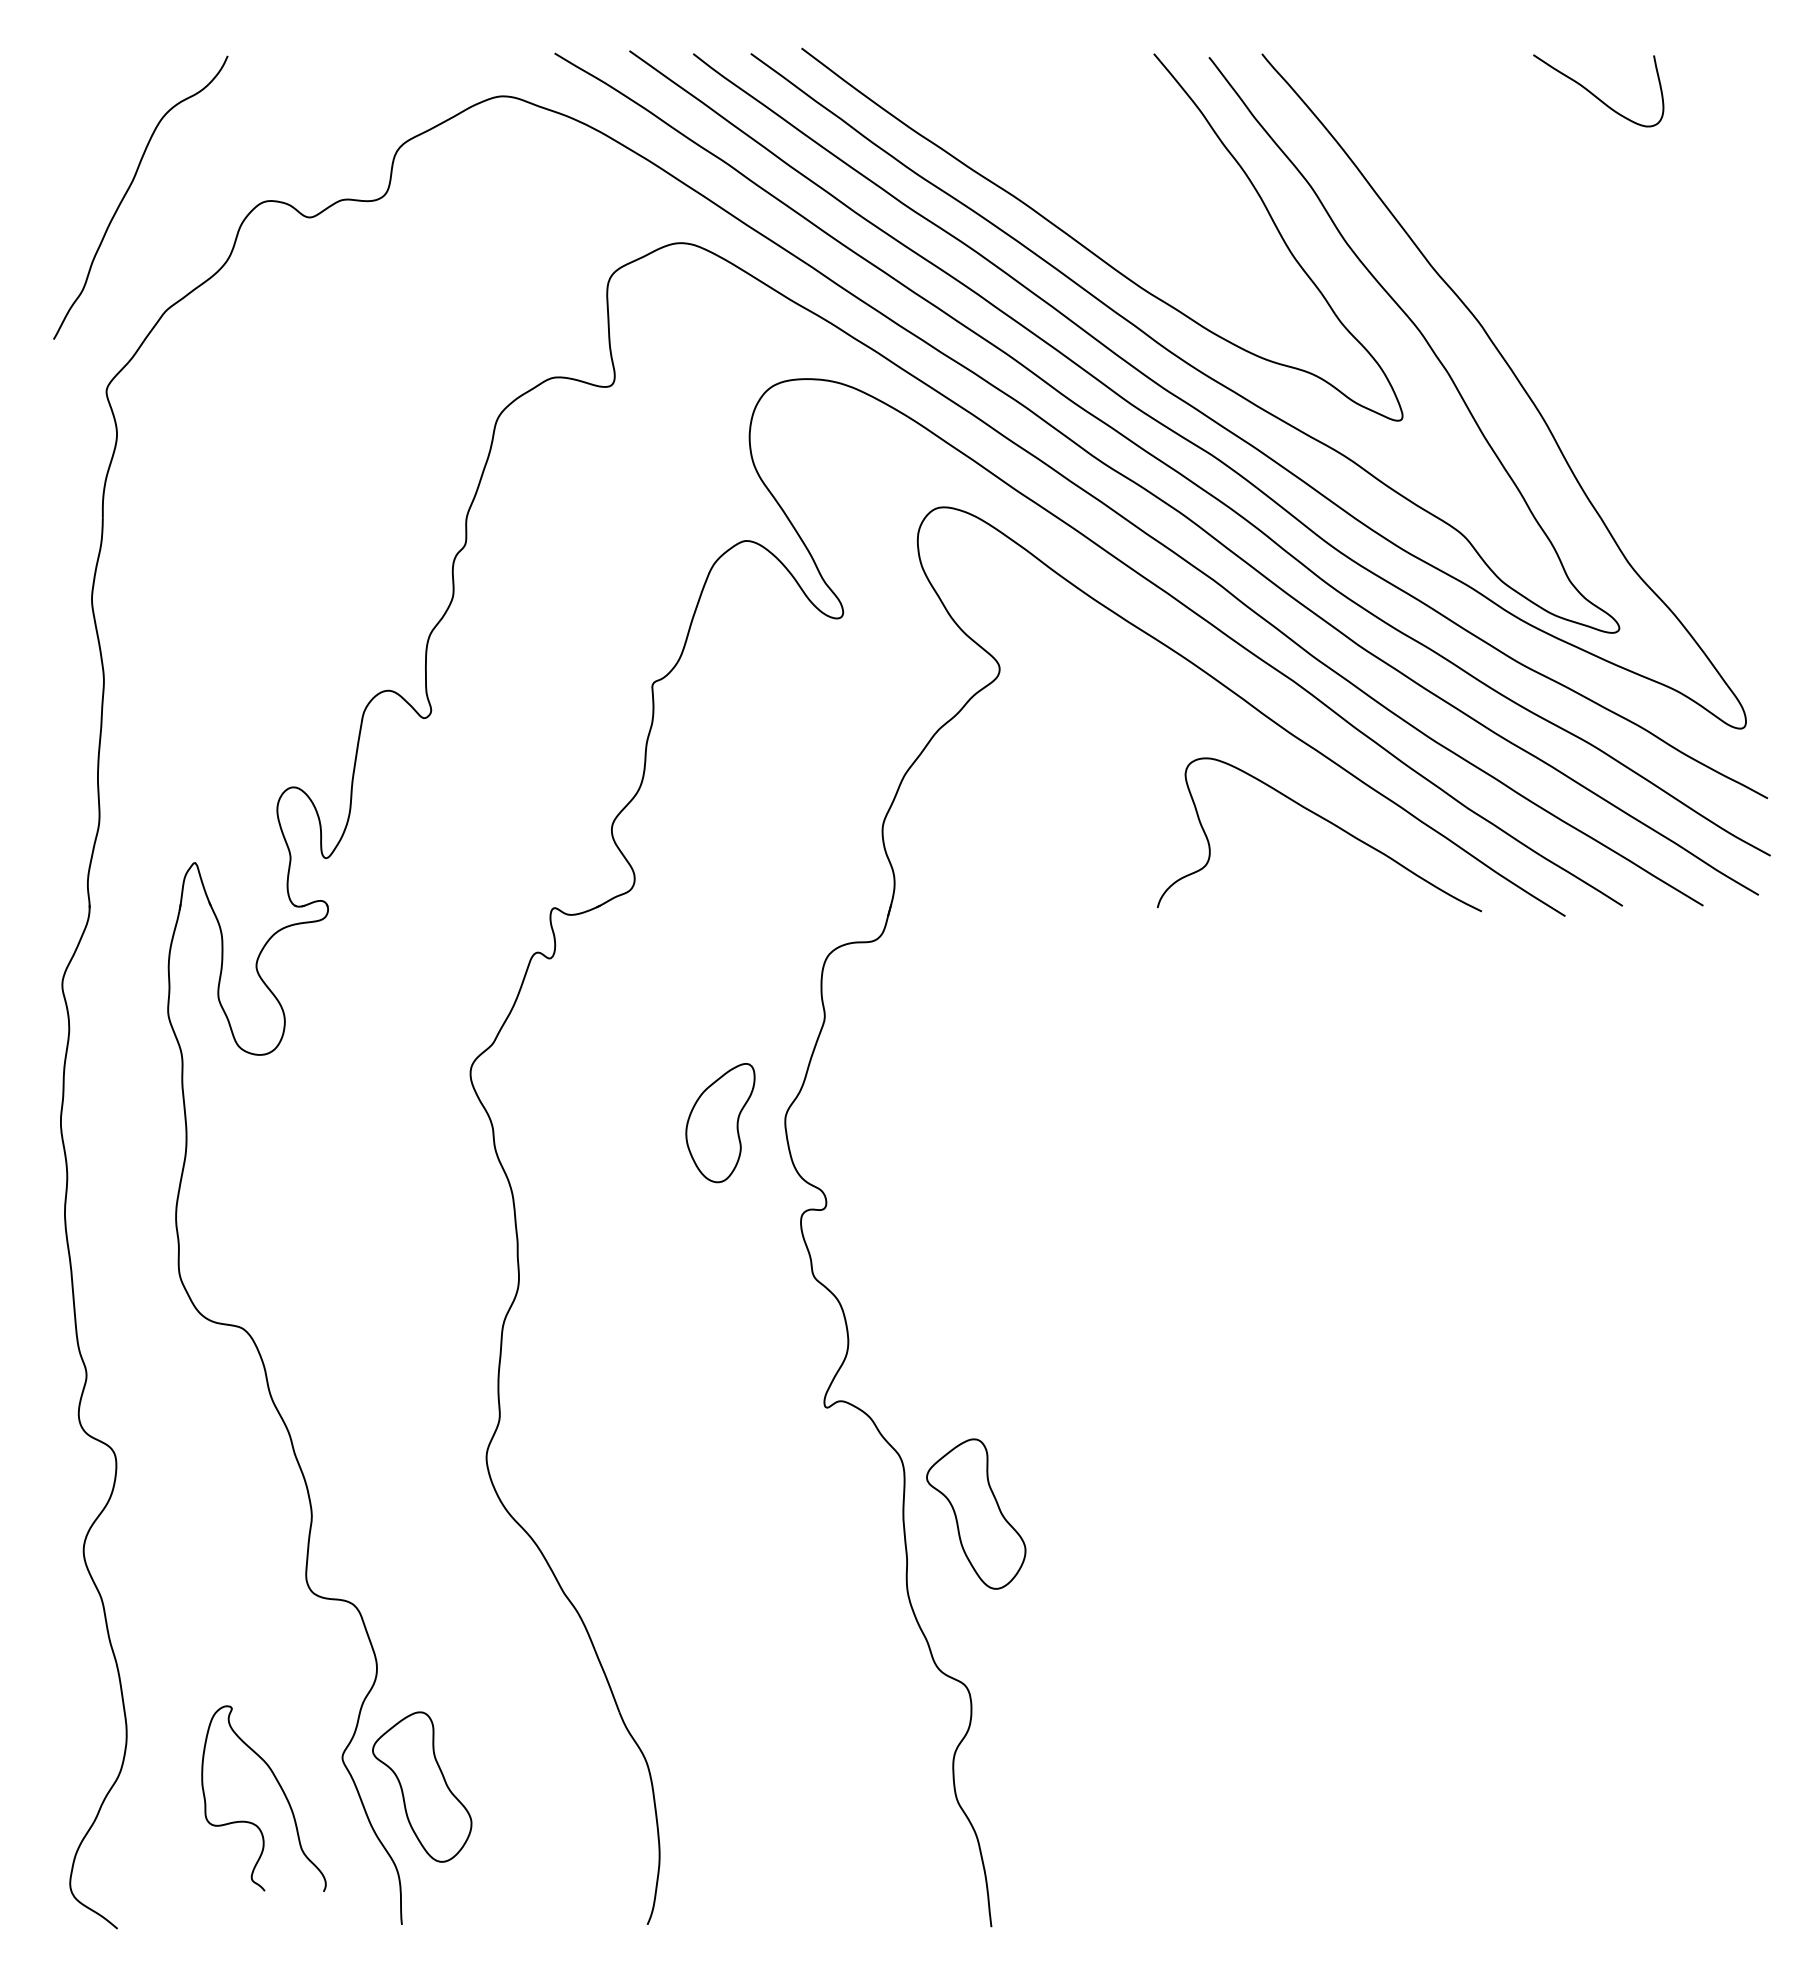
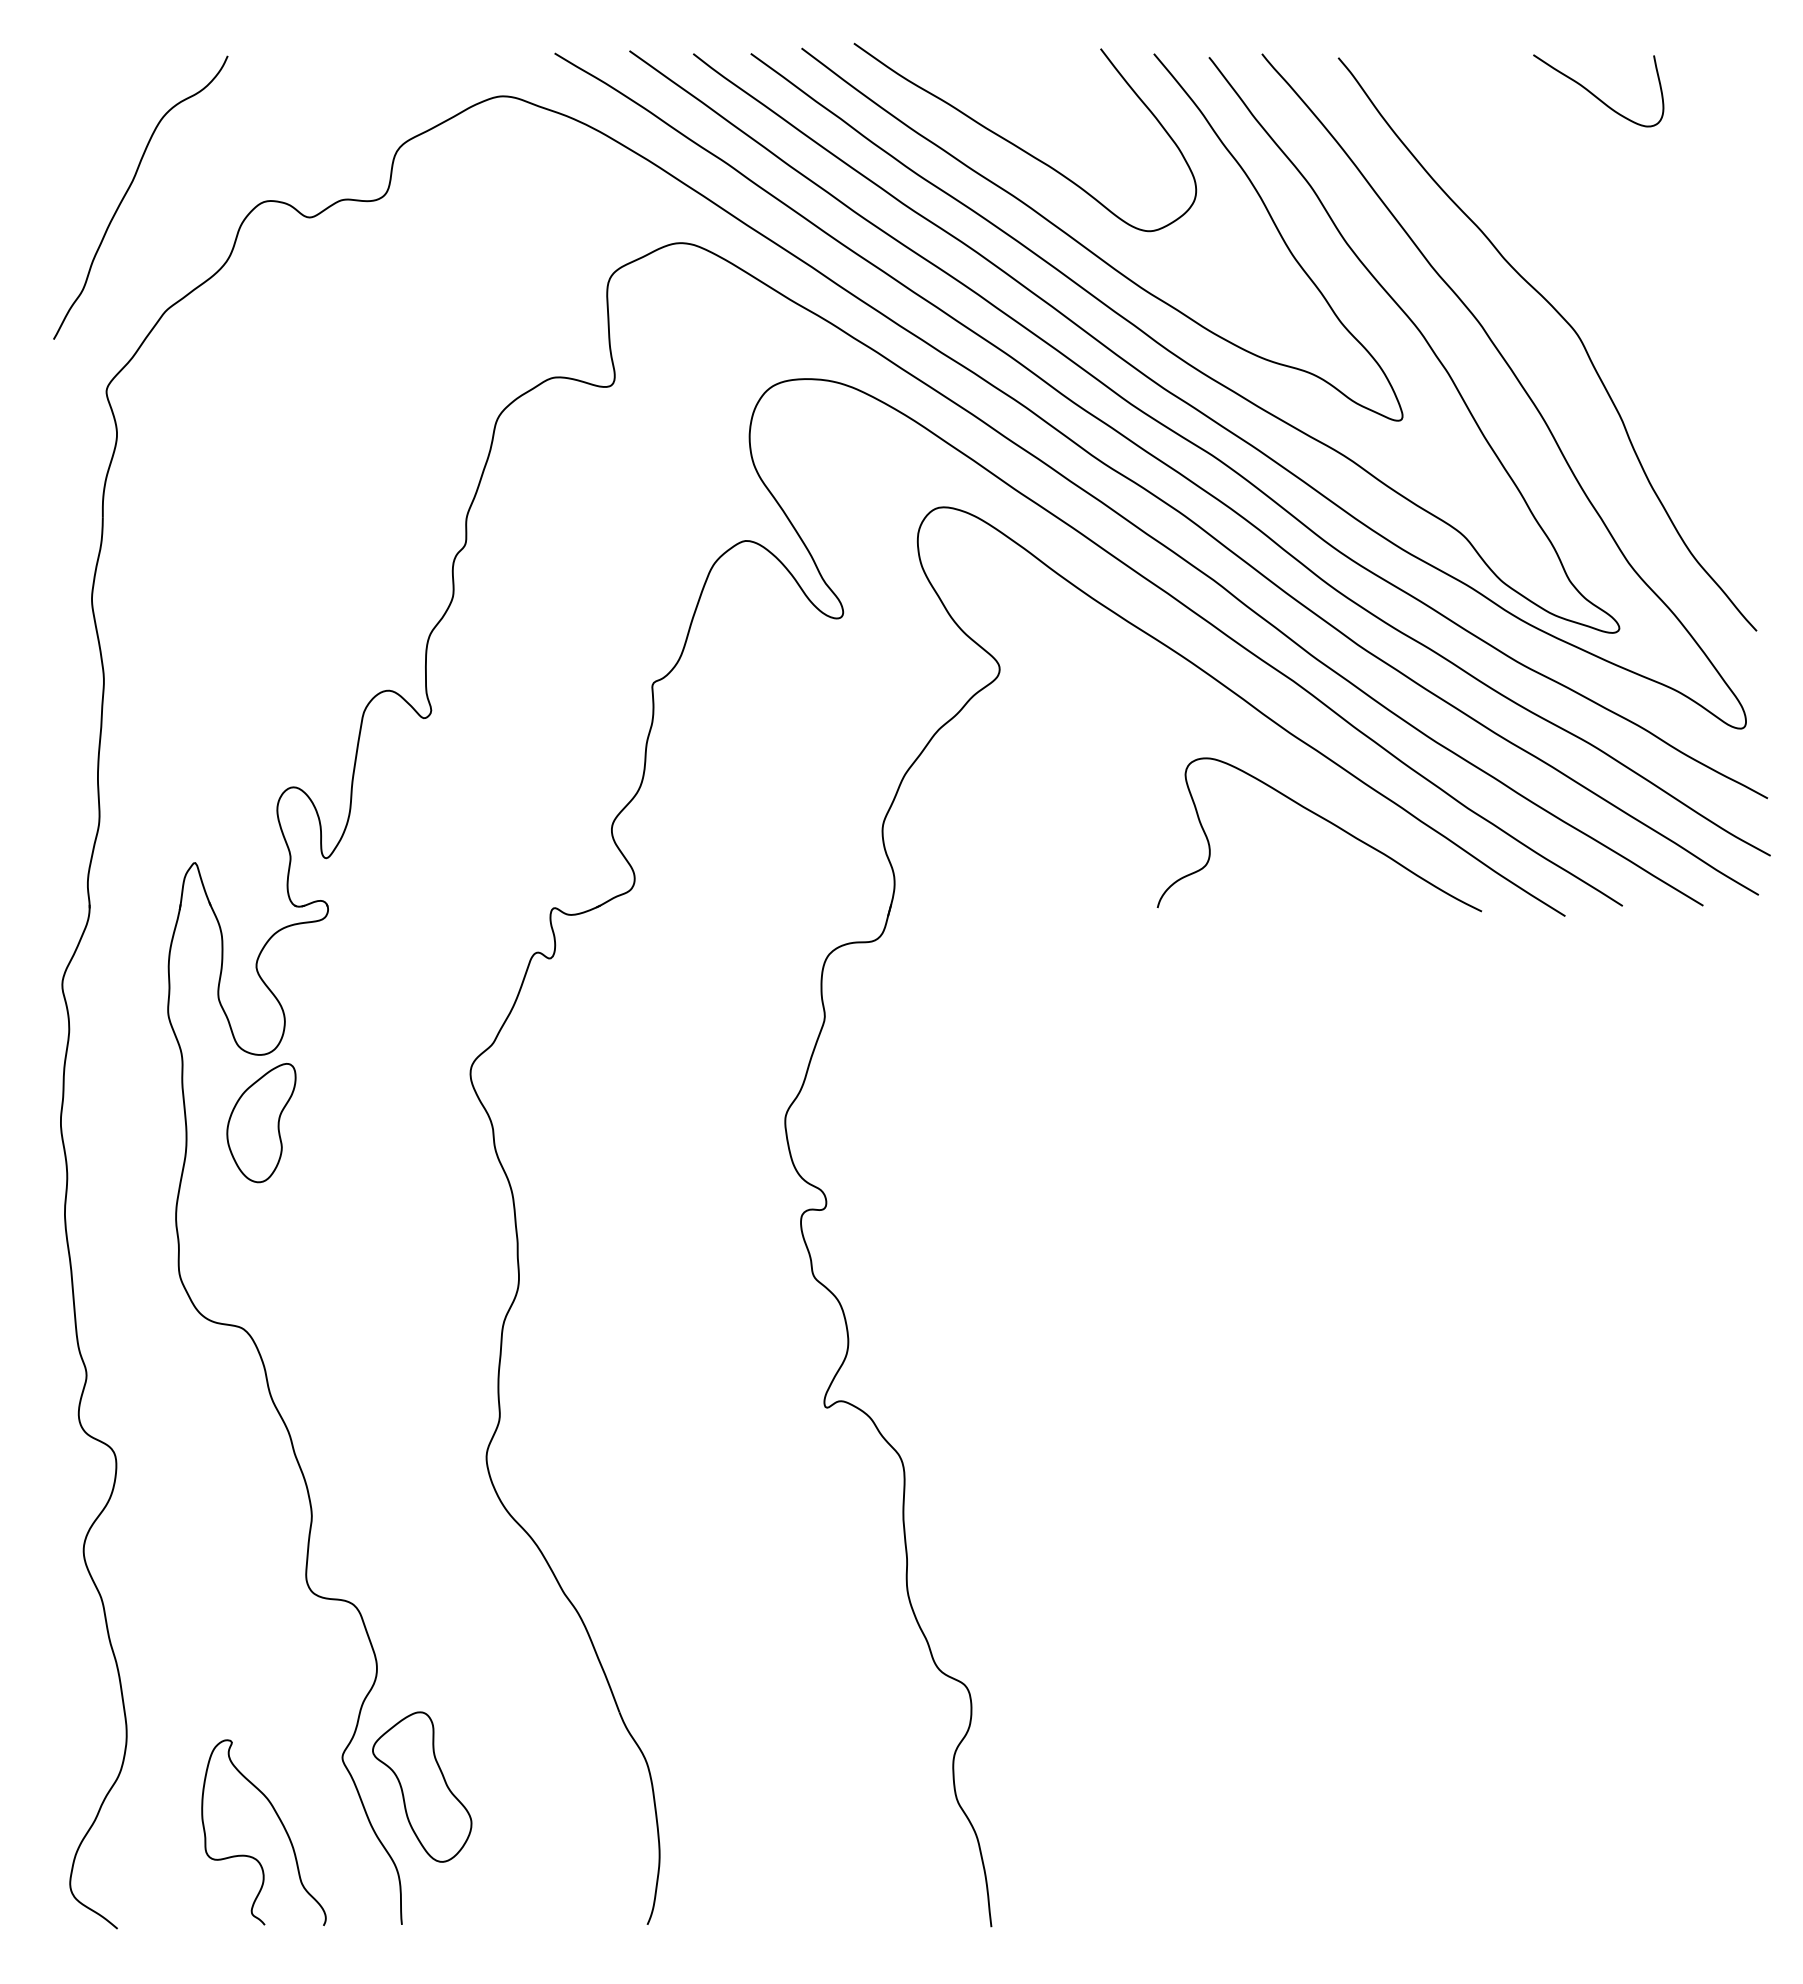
curve at (1020, 147): none -> present
curve at (1567, 324): none -> present
part at (720, 1123) position: (720, 1123) -> (261, 1123)
part at (976, 1513): present -> none
curve at (281, 1790) position: (281, 1790) -> (281, 1824)
